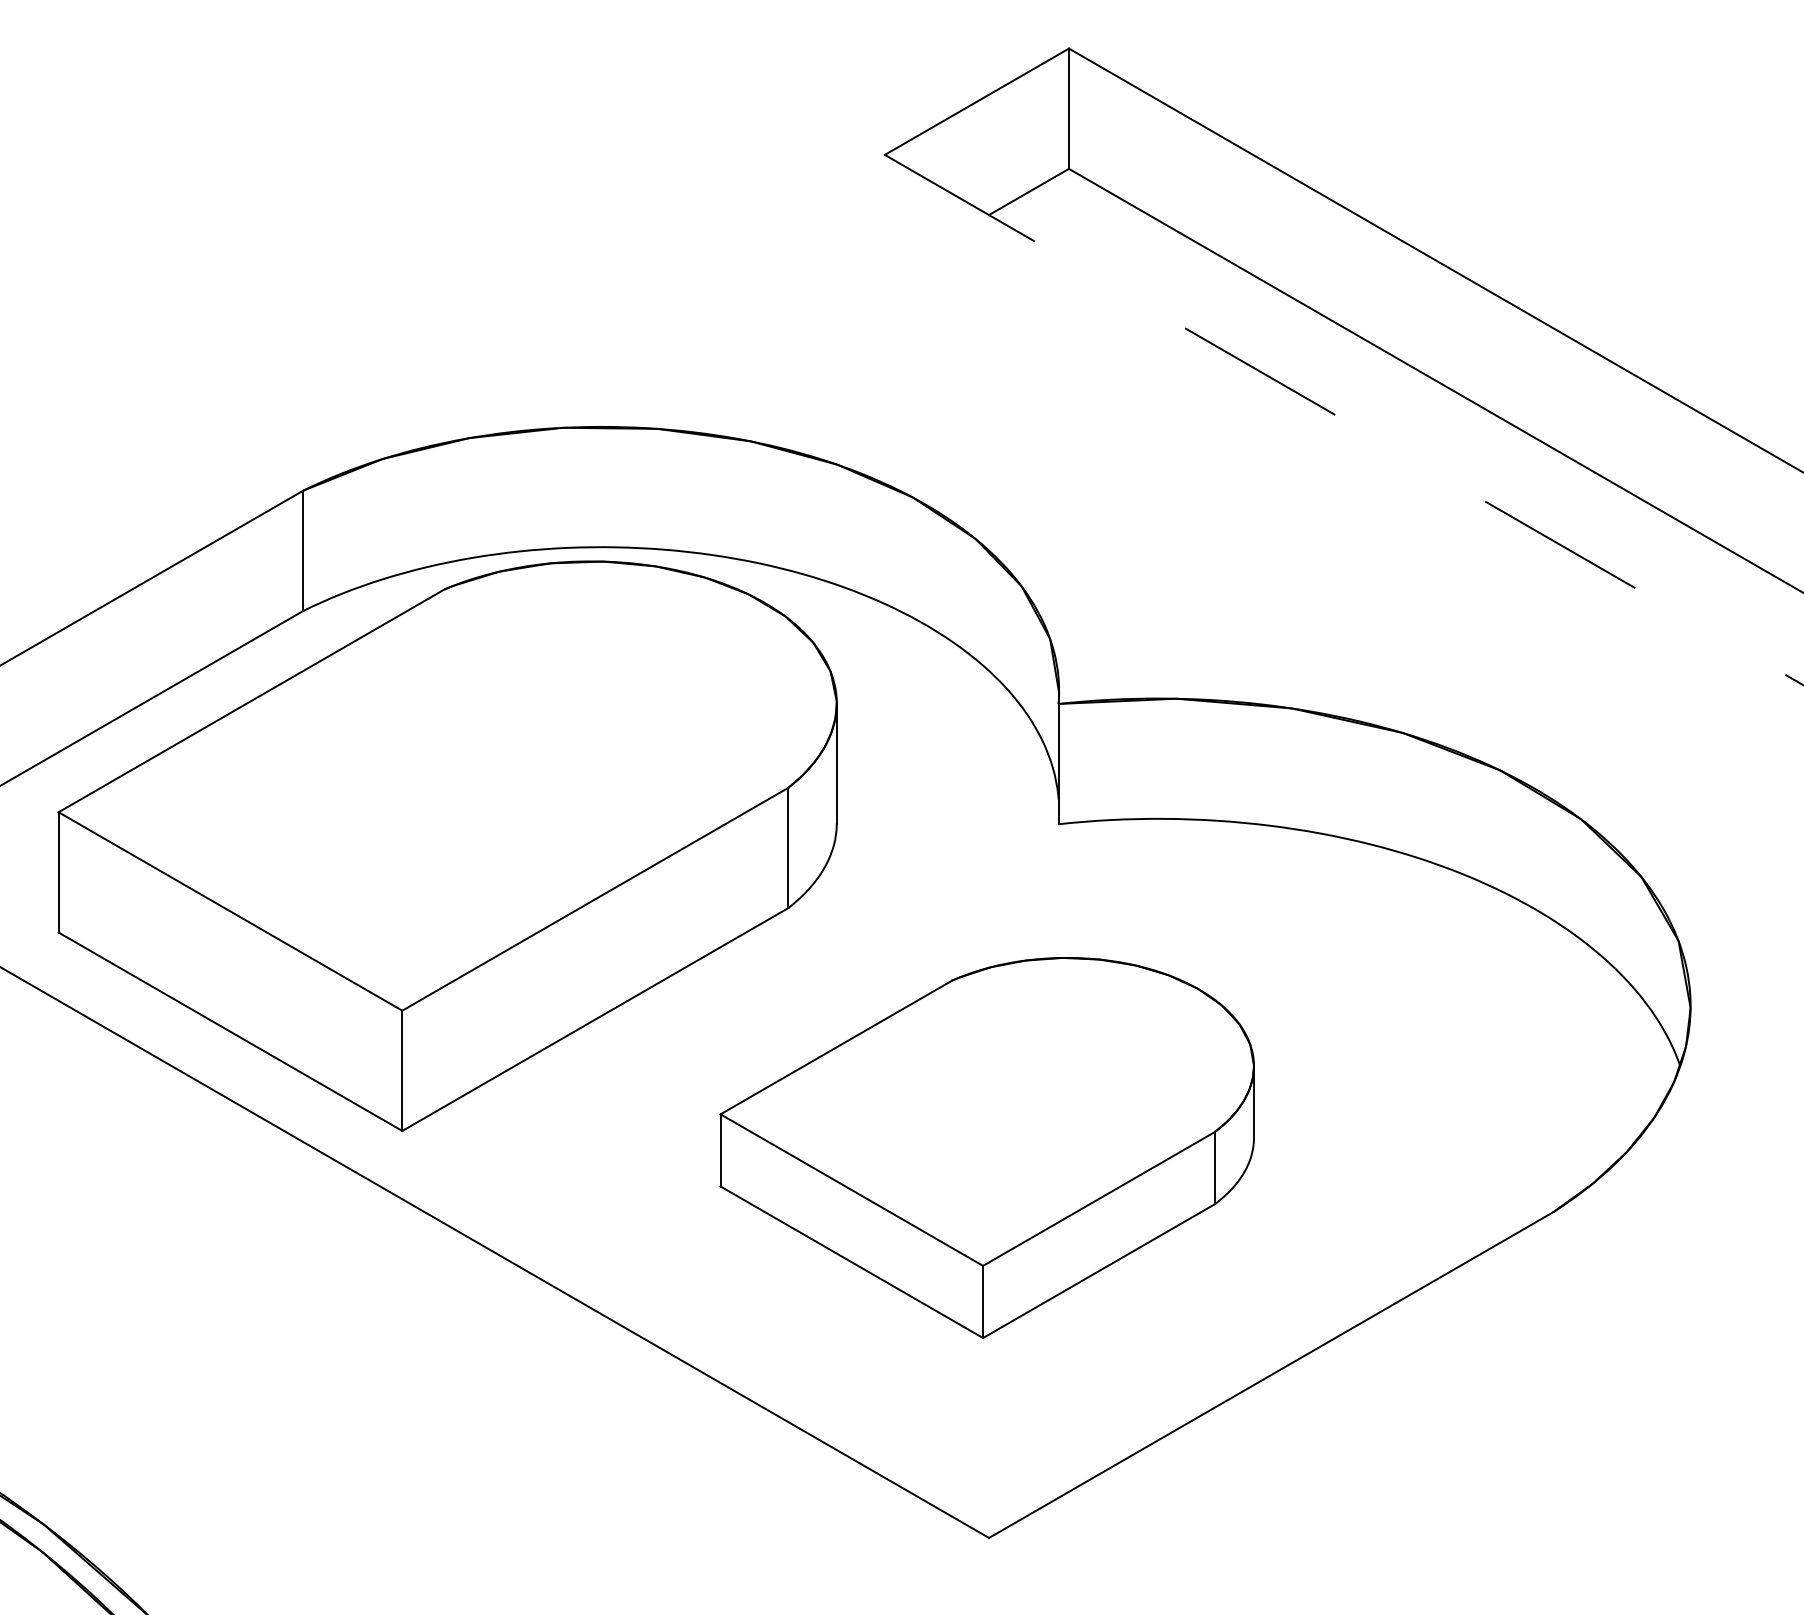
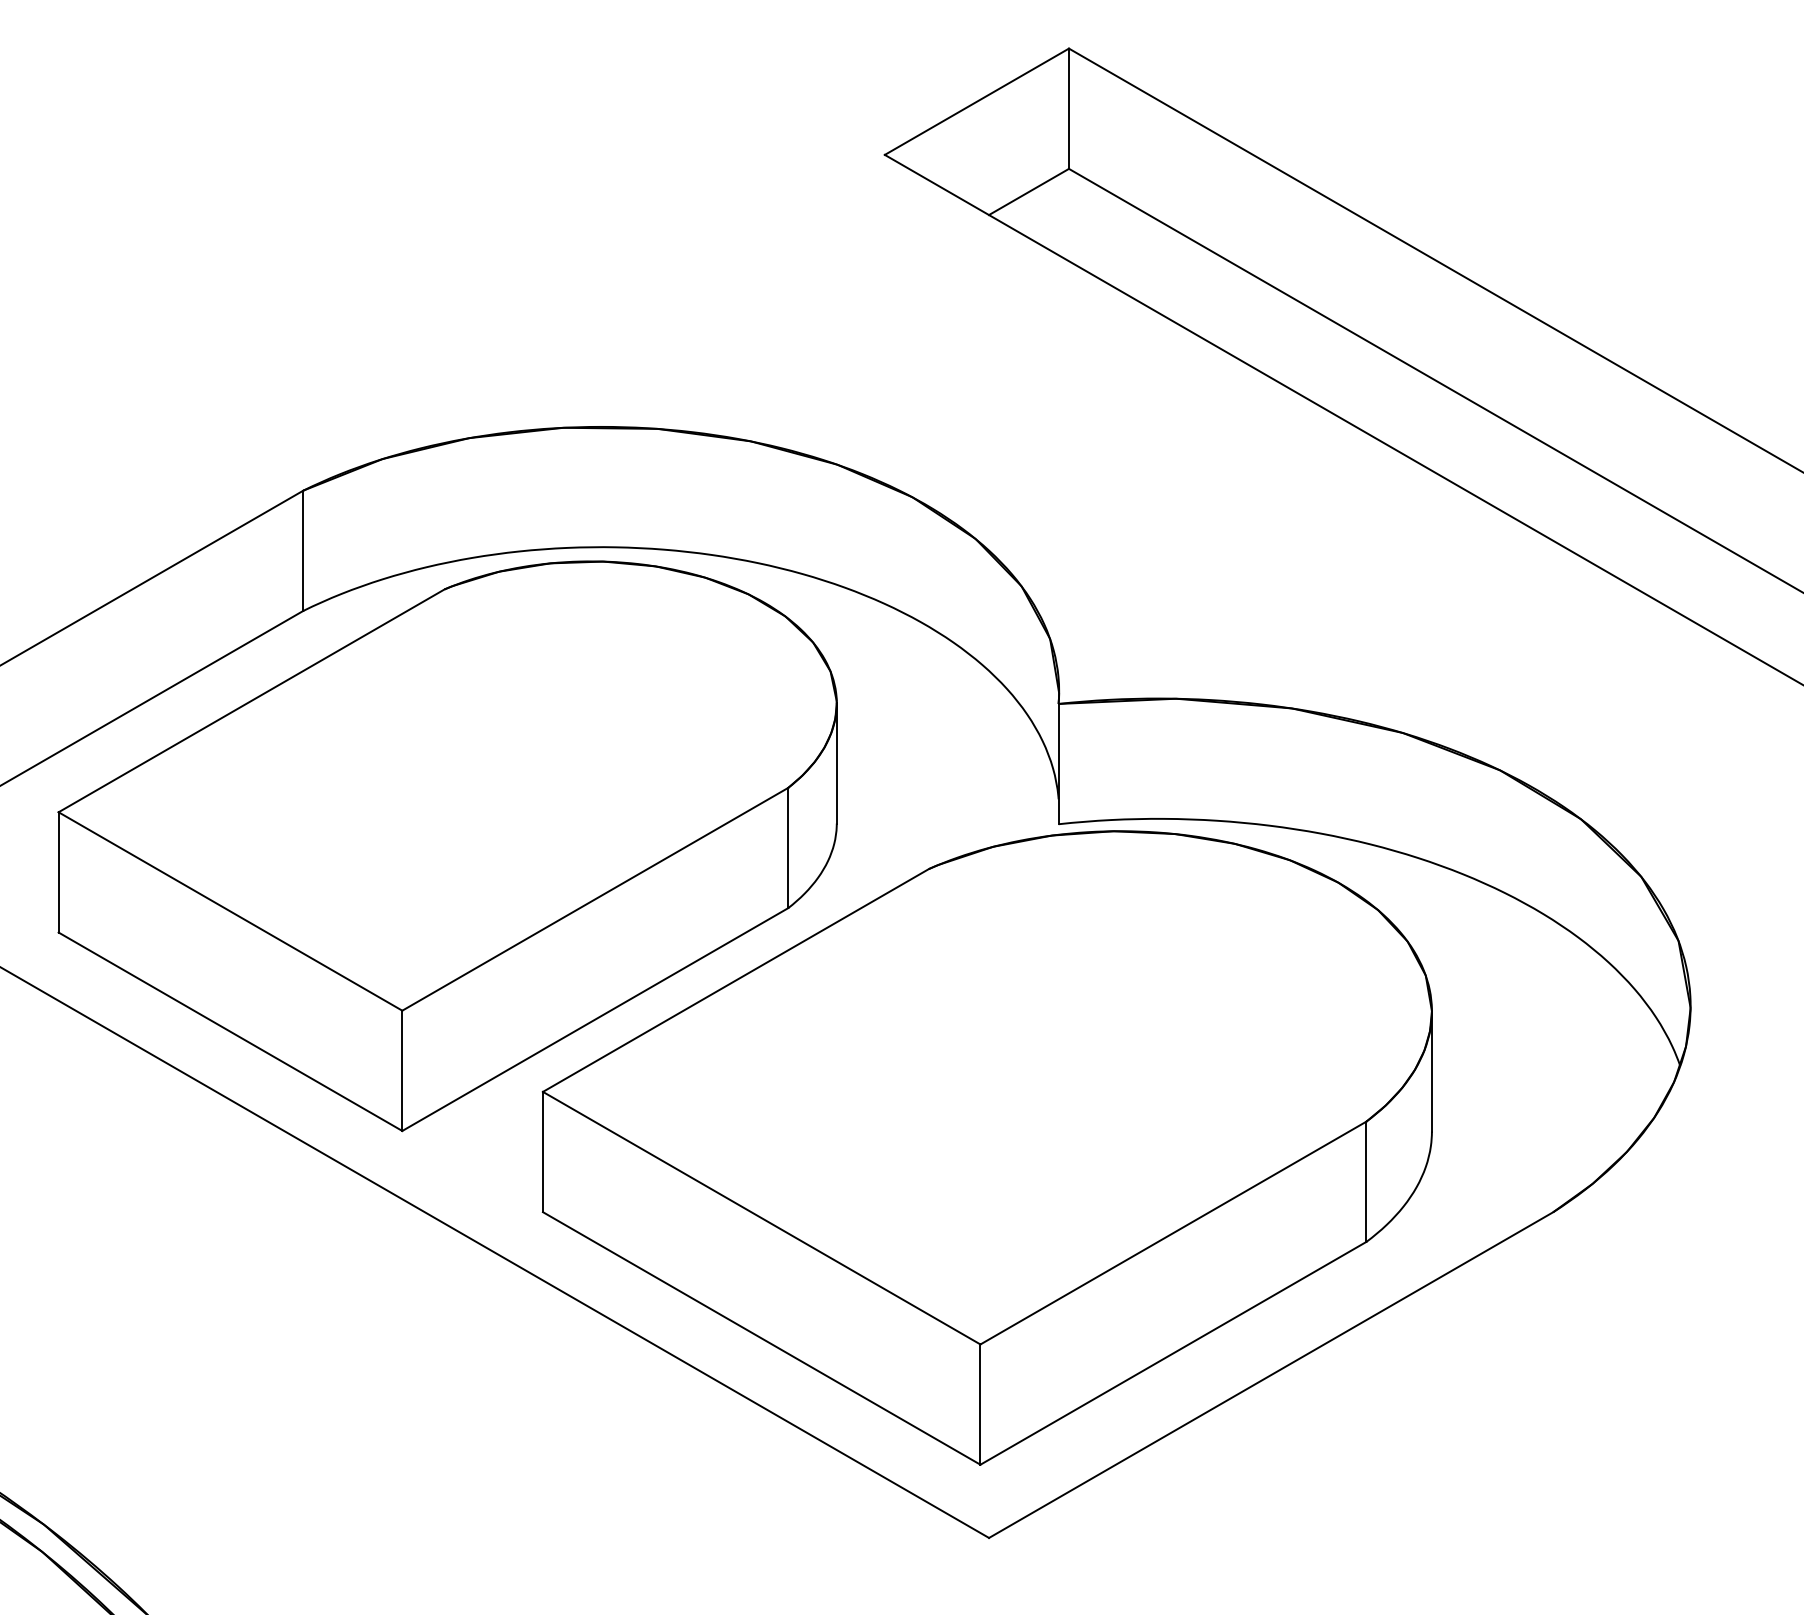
line at (1344, 420): dashed -> solid
part at (986, 1148) size: 536x383 px -> 892x636 px
